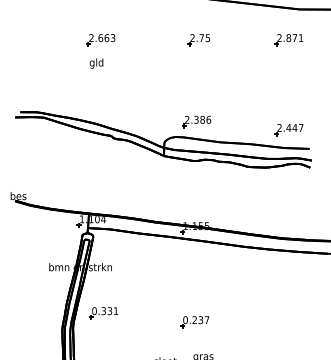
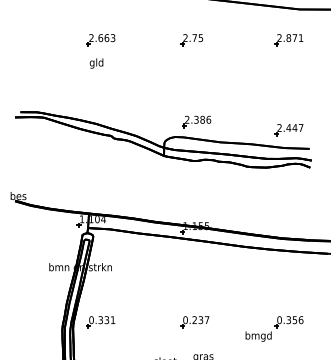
part at (198, 40) position: (198, 40) -> (191, 40)
part at (103, 313) position: (103, 313) -> (100, 322)
part at (274, 328): none -> present
